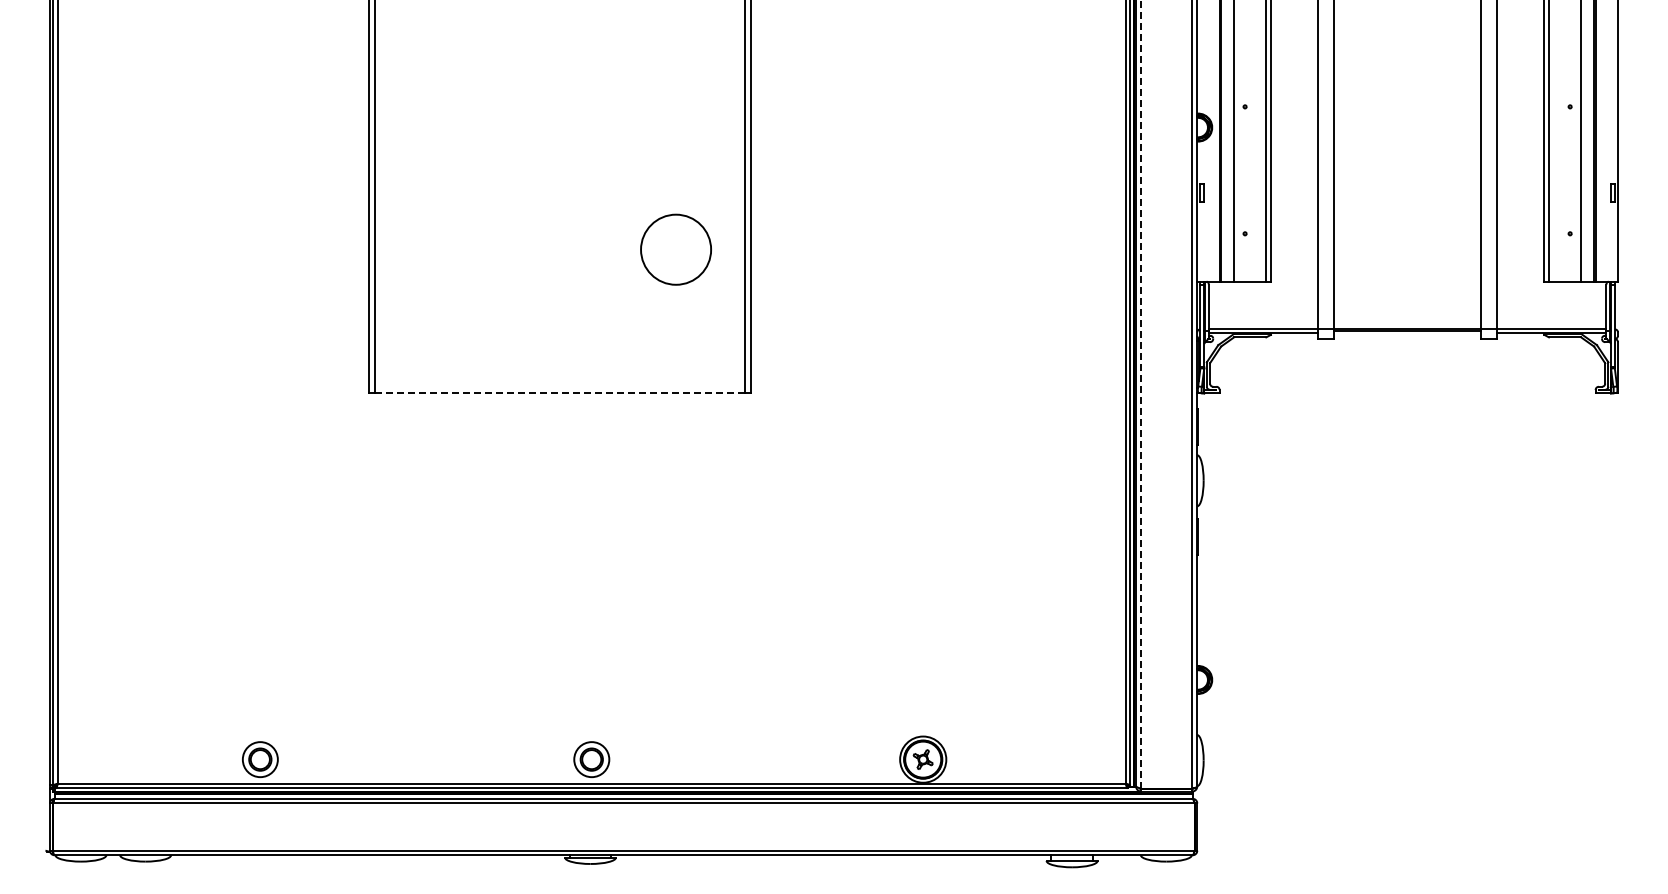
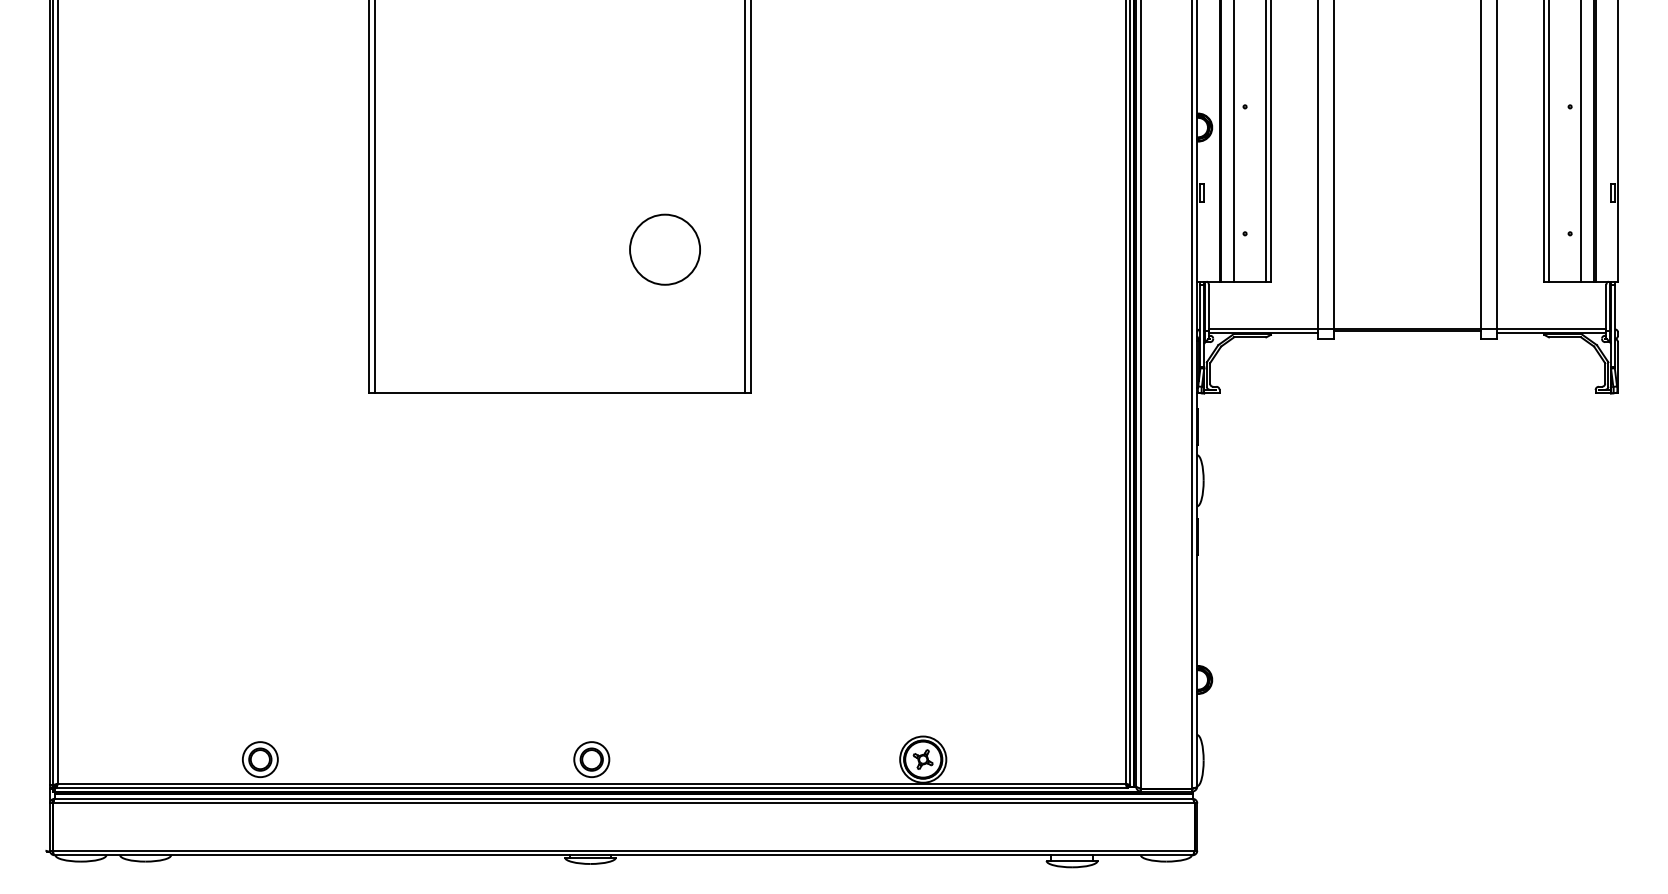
circle at (675, 249) position: (675, 249) -> (664, 249)
line at (559, 393): dashed -> solid
line at (1141, 394): dashed -> solid
